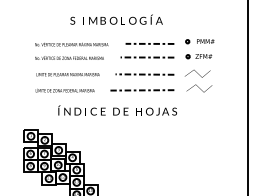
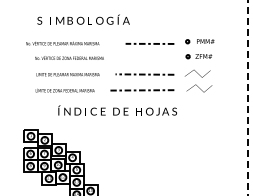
text at (116, 19) position: (116, 19) -> (83, 19)
text at (71, 44) position: (71, 44) -> (62, 43)
line at (148, 57): present -> none
line at (247, 97): solid -> dashed
